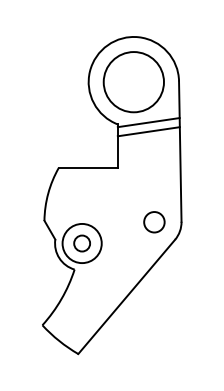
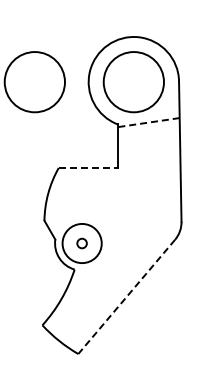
circle at (34, 82): none -> present
line at (148, 122): solid -> dashed
line at (148, 131): present -> none
line at (88, 168): solid -> dashed
circle at (154, 222): present -> none
circle at (81, 243) size: 18x19 px -> 12x13 px
line at (126, 296): solid -> dashed
